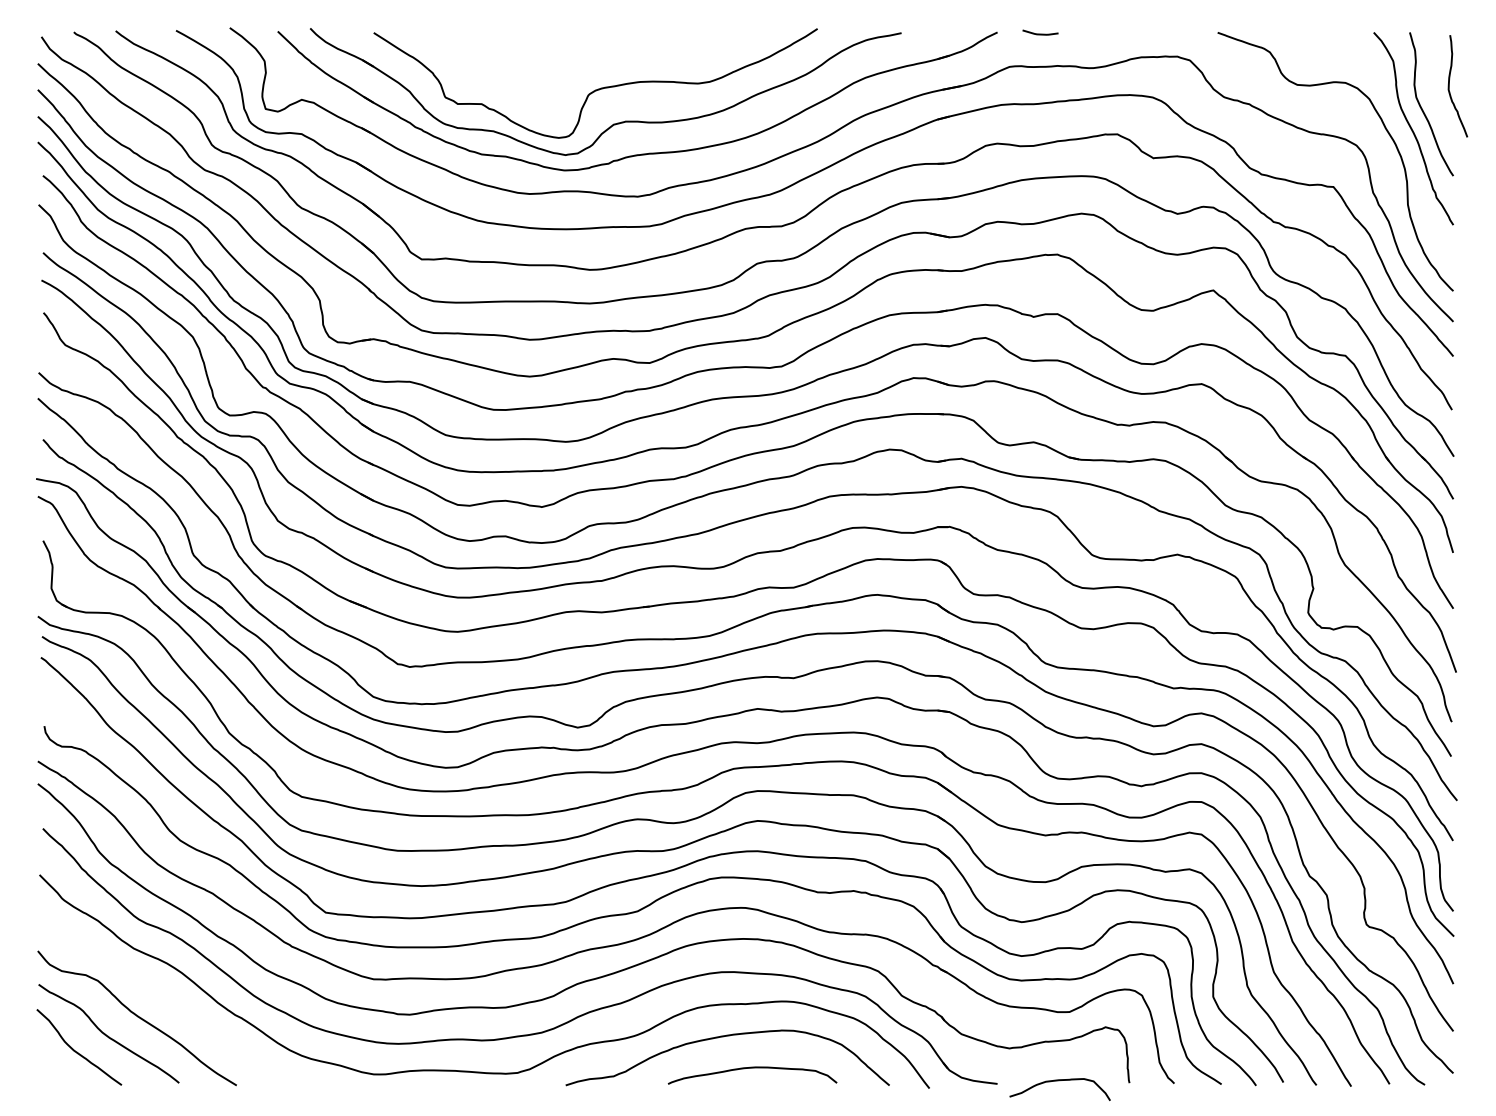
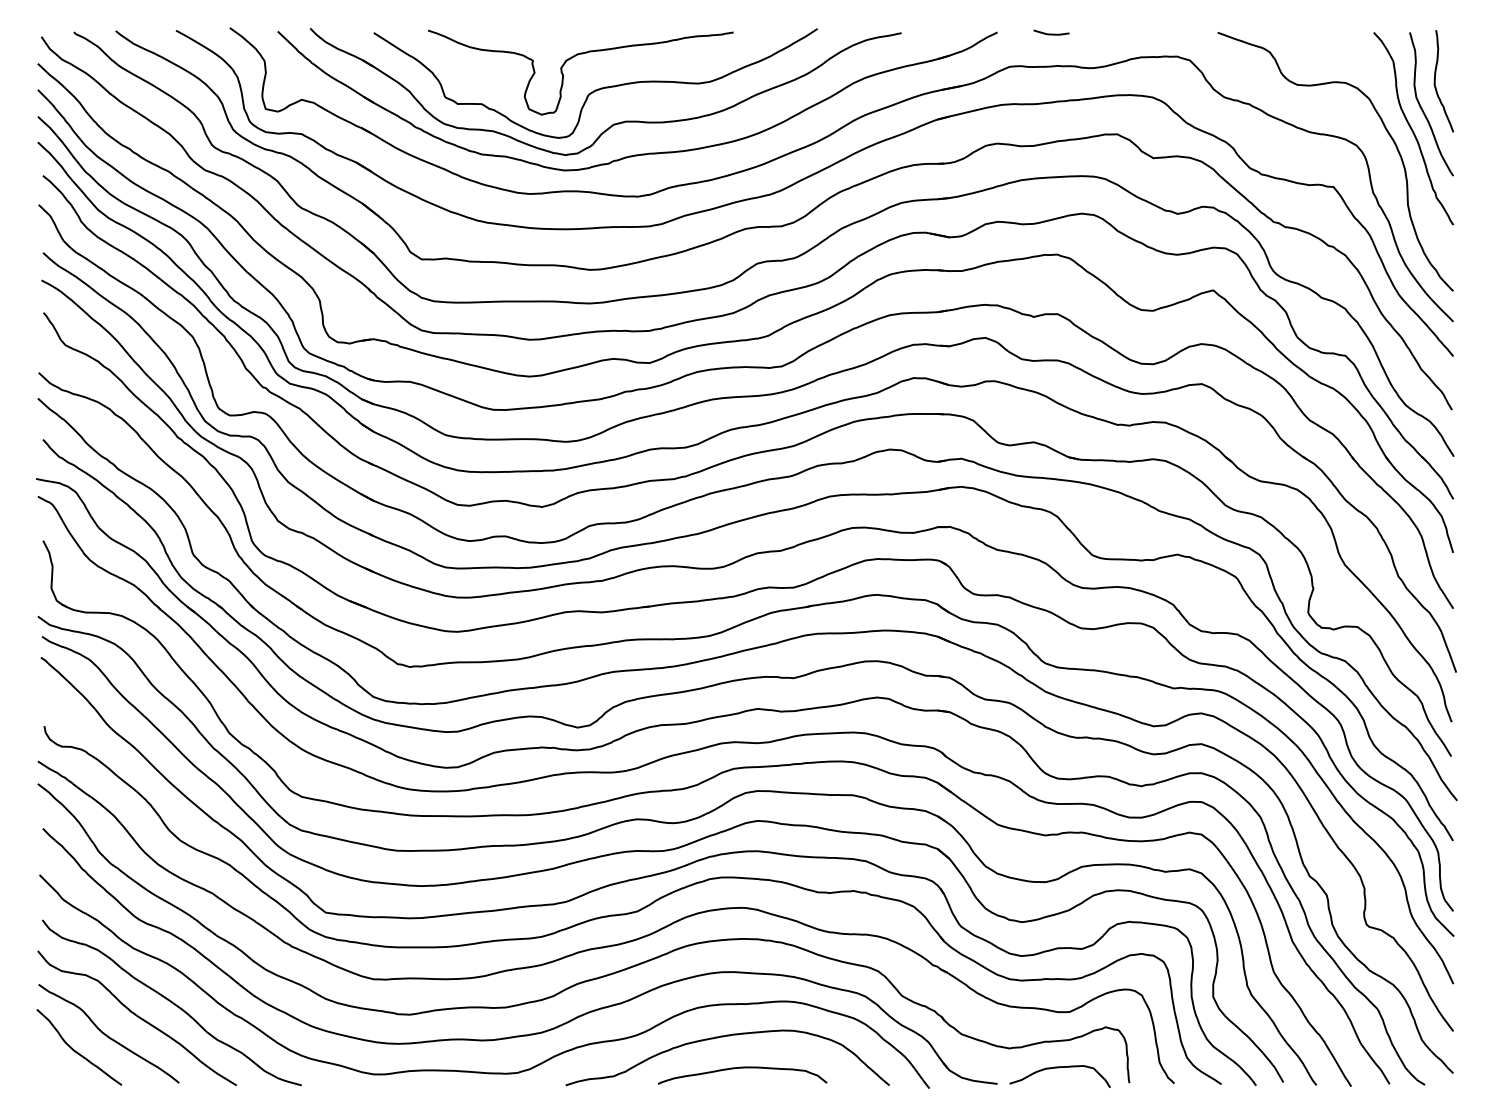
curve at (1040, 33) position: (1040, 33) -> (1051, 33)
curve at (572, 58): none -> present
curve at (1449, 86) position: (1449, 86) -> (1435, 81)
curve at (171, 1002): none -> present
curve at (752, 1068) position: (752, 1068) -> (742, 1068)
curve at (1059, 1081) position: (1059, 1081) -> (1059, 1068)
